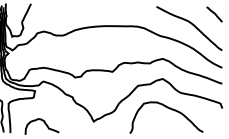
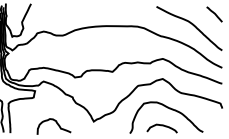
curve at (45, 125) position: (45, 125) -> (57, 125)
curve at (161, 126): none -> present
